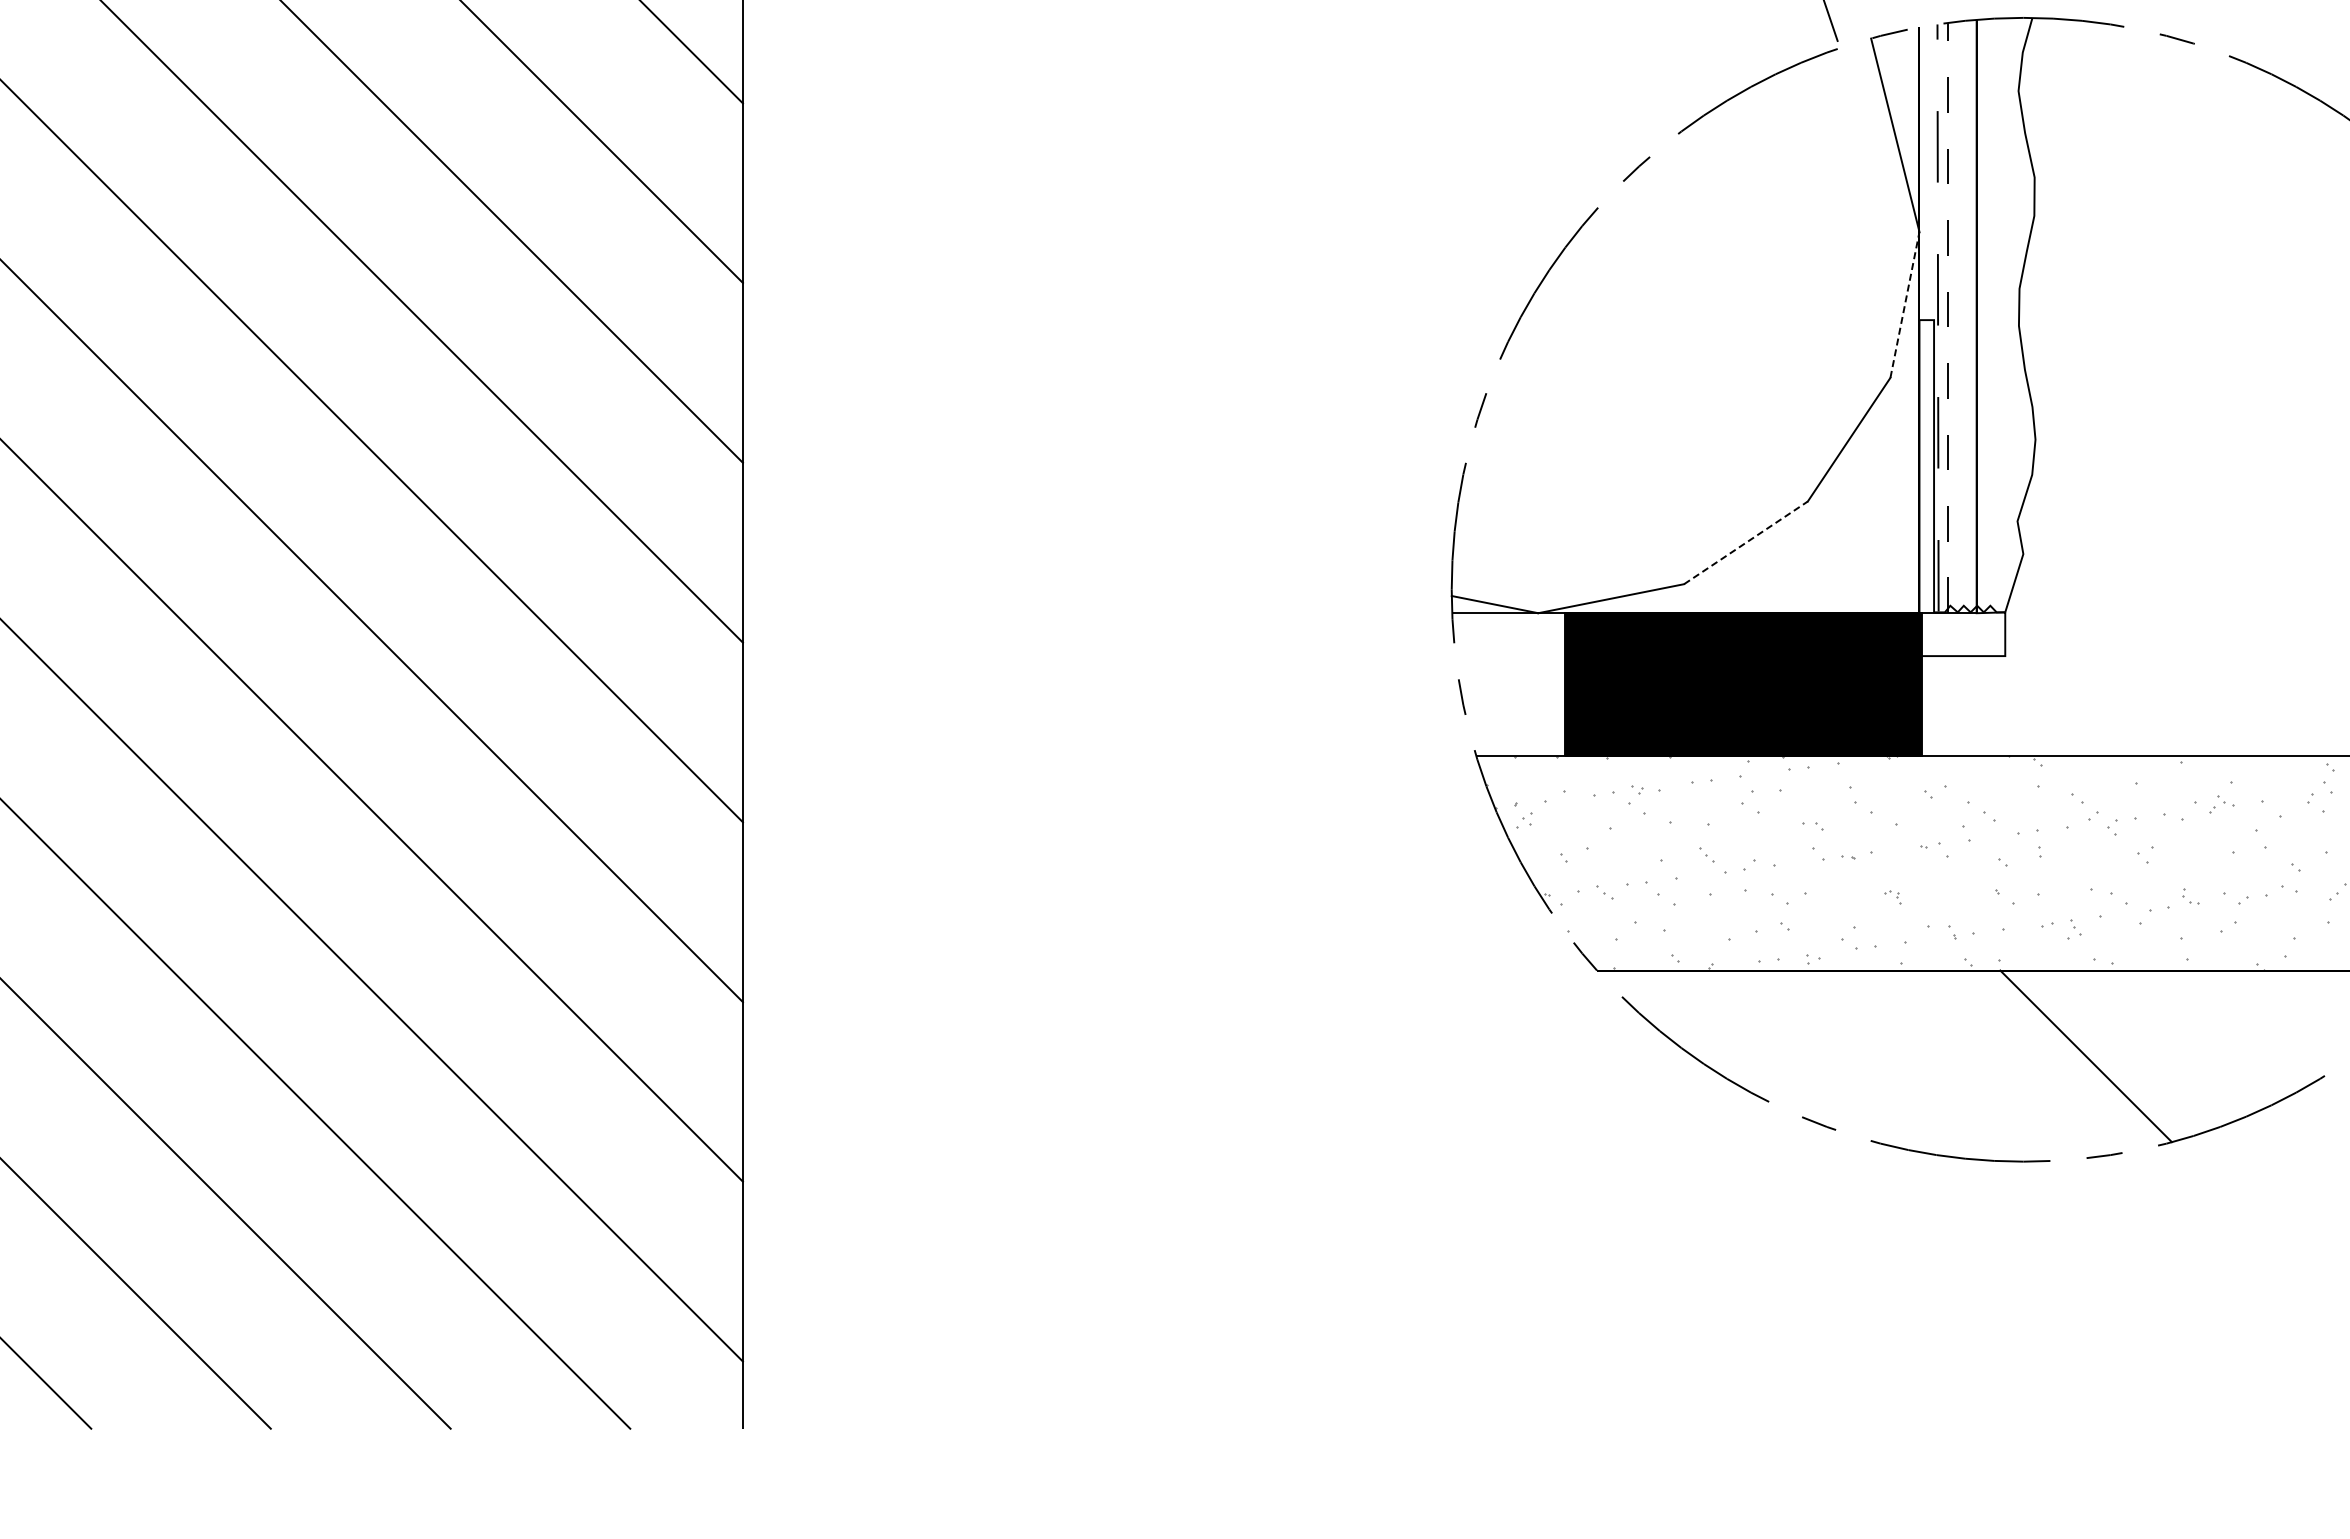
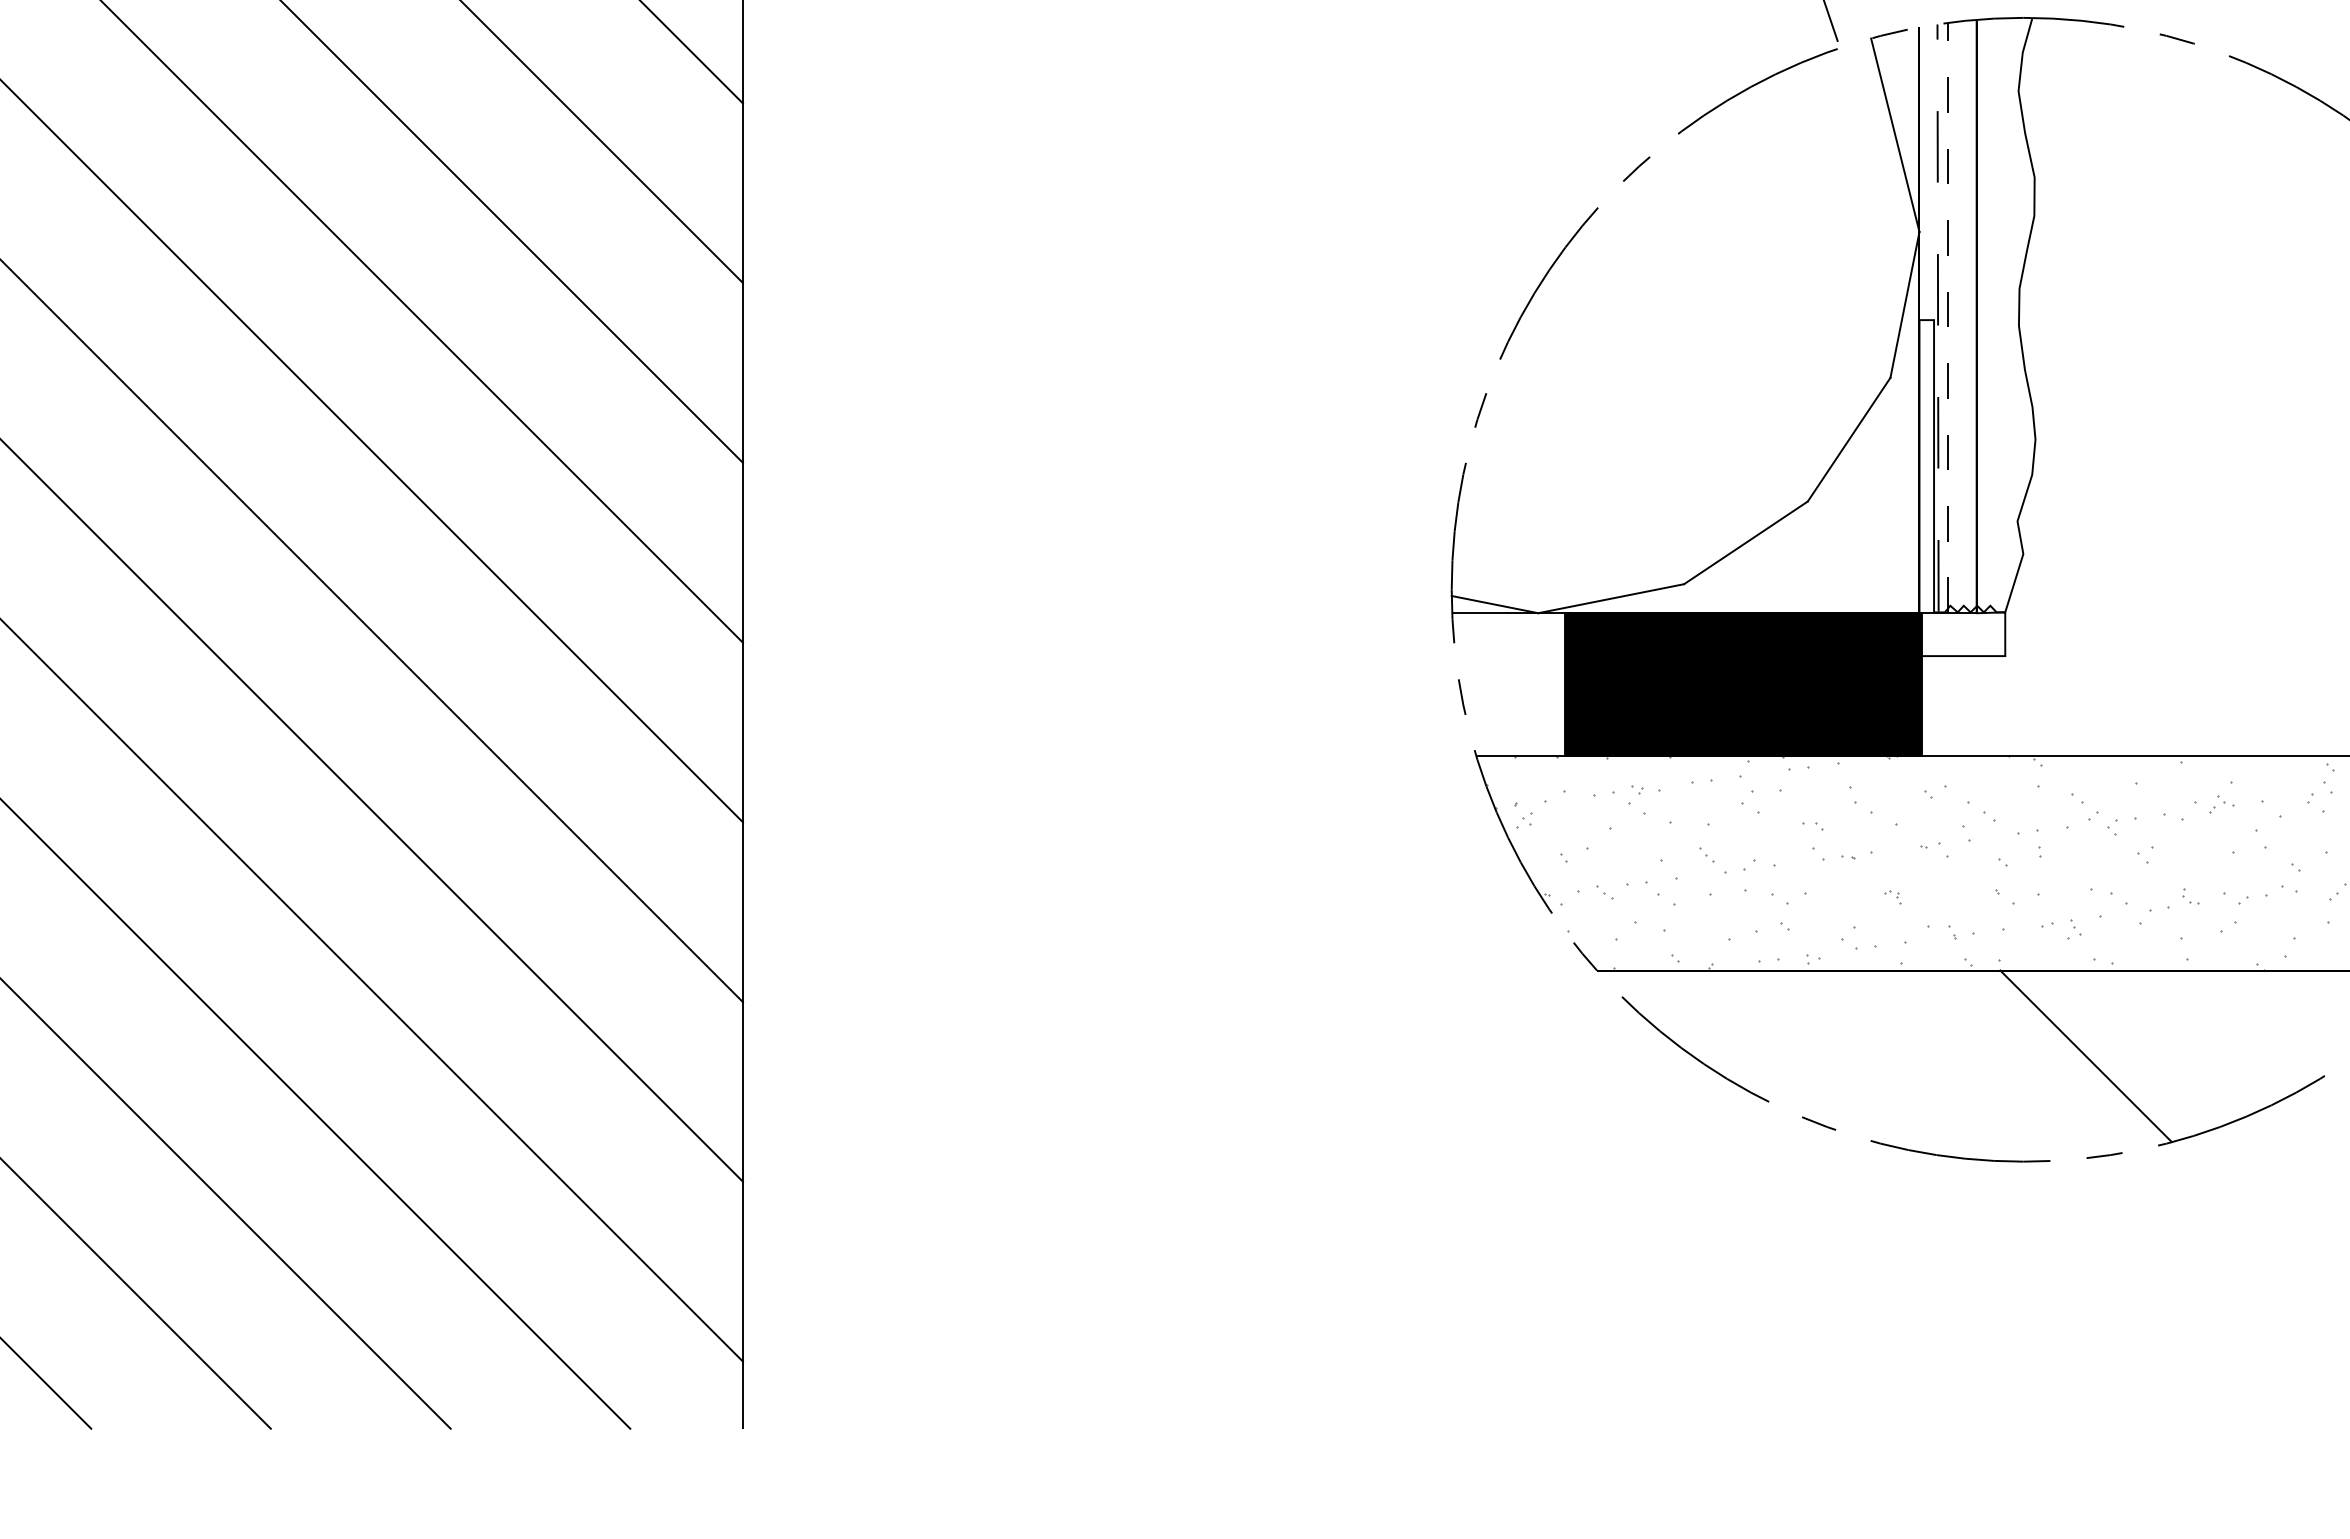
line at (1905, 304): dashed -> solid
line at (1746, 542): dashed -> solid
